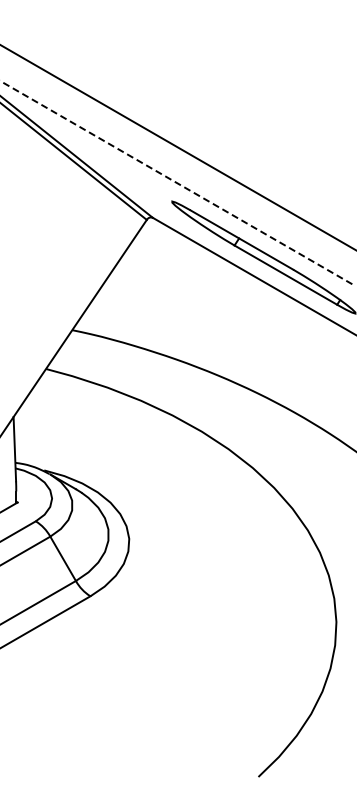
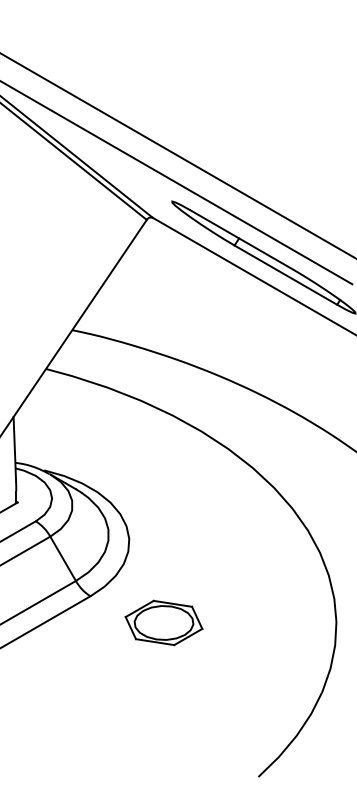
line at (177, 146) position: (177, 146) -> (177, 155)
line at (175, 182): dashed -> solid
part at (163, 622): none -> present
